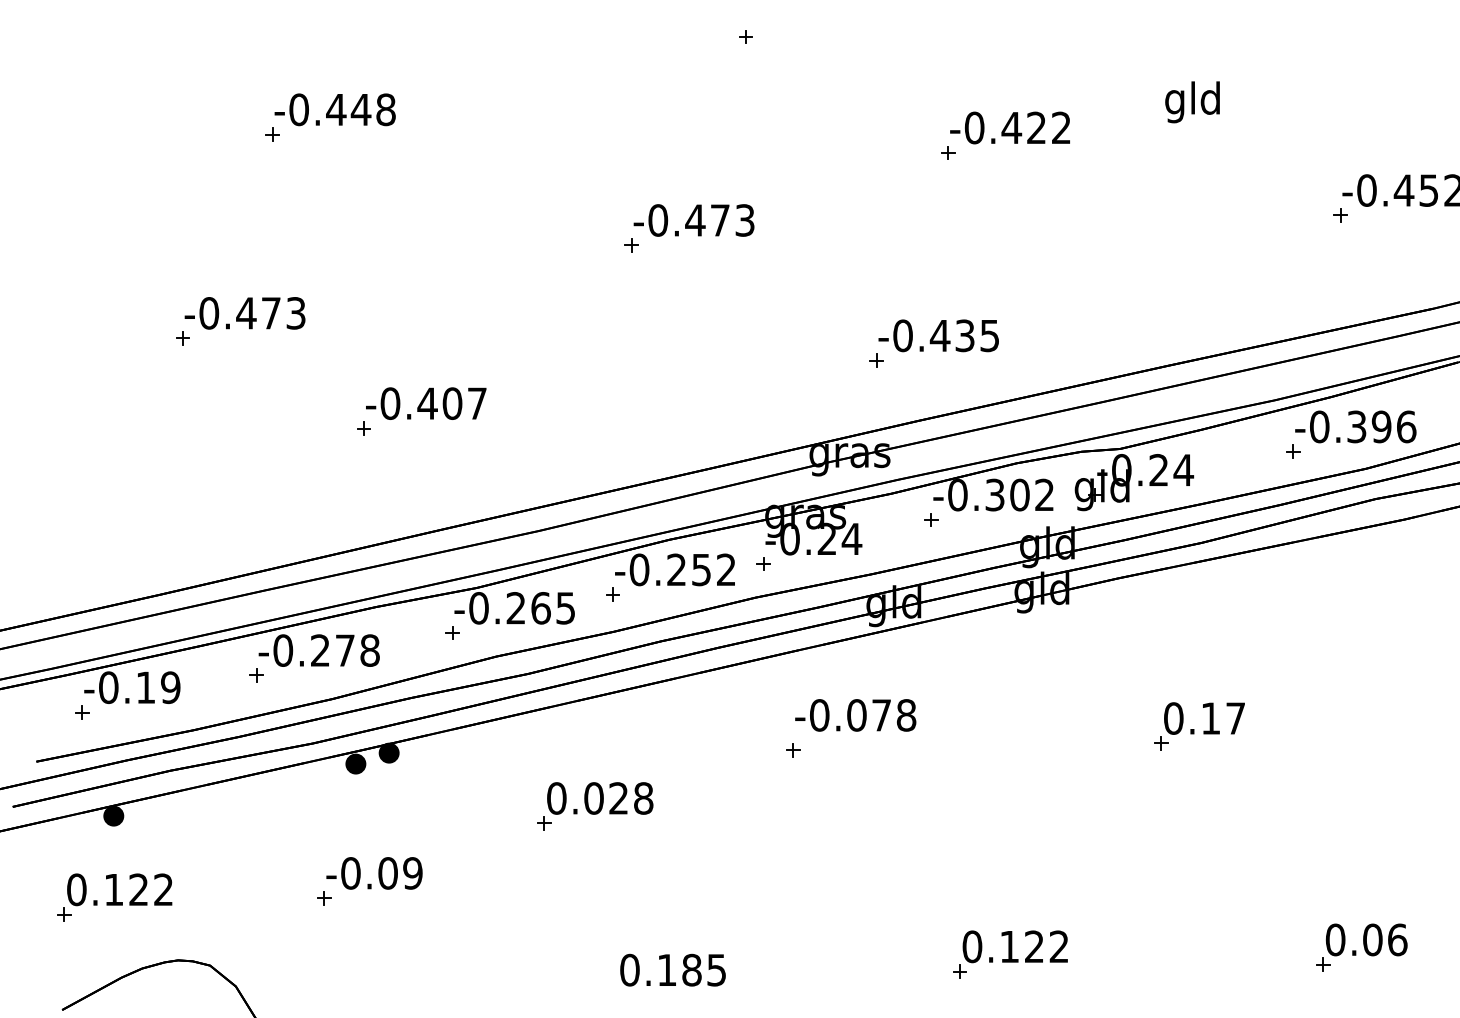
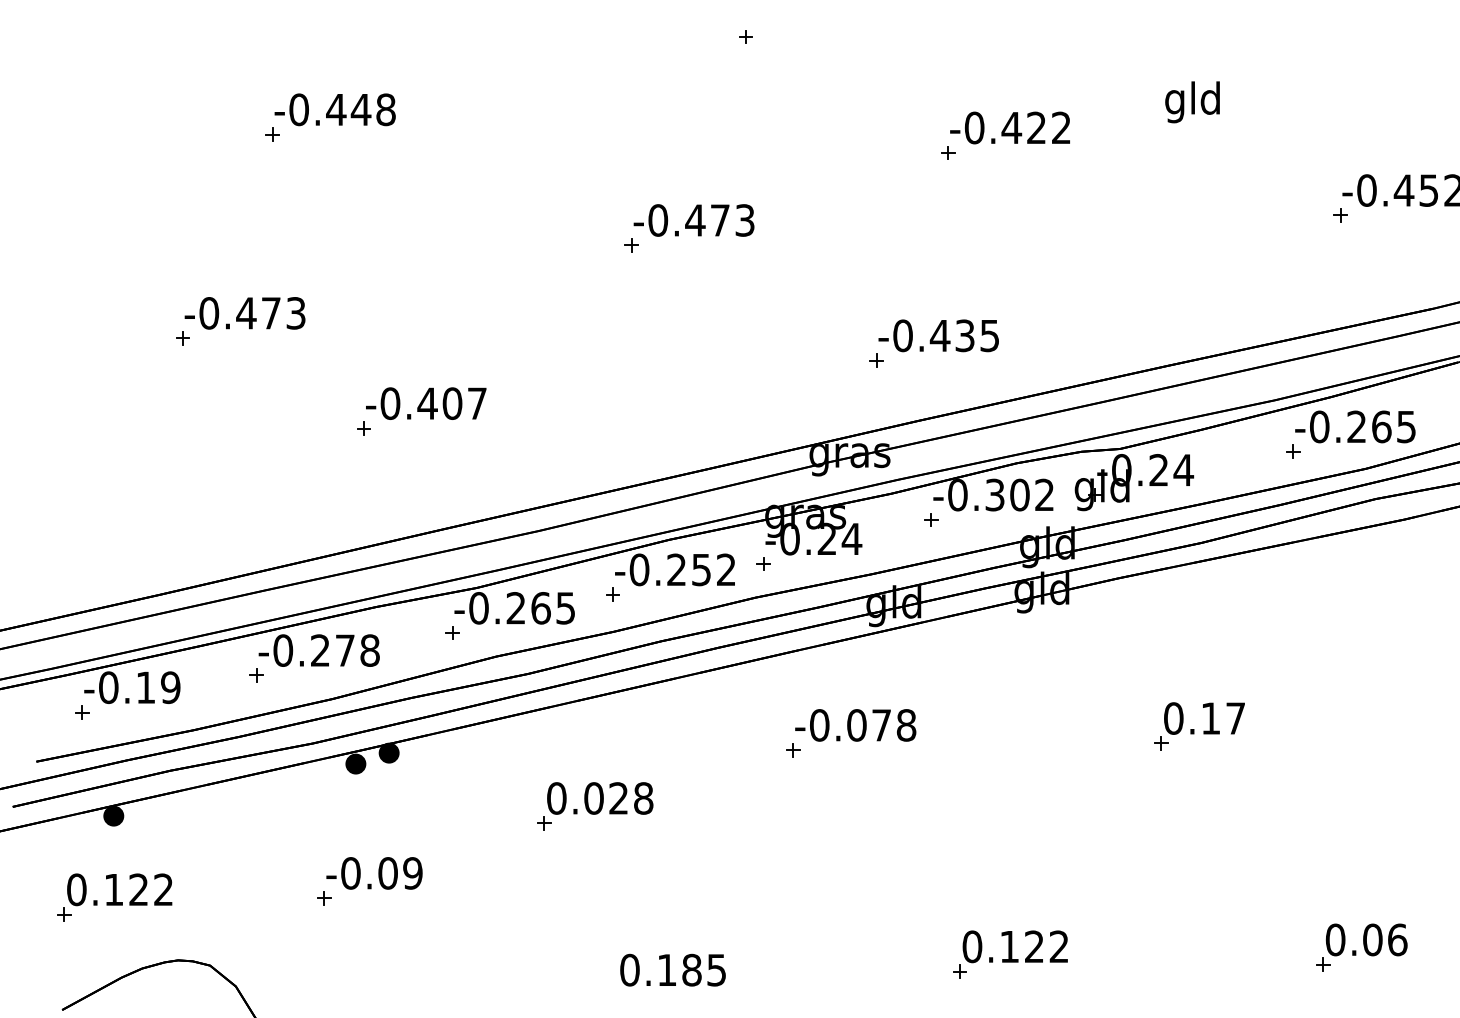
text at (1381, 426): -0.396 -> -0.265
text at (855, 715) position: (855, 715) -> (855, 725)
